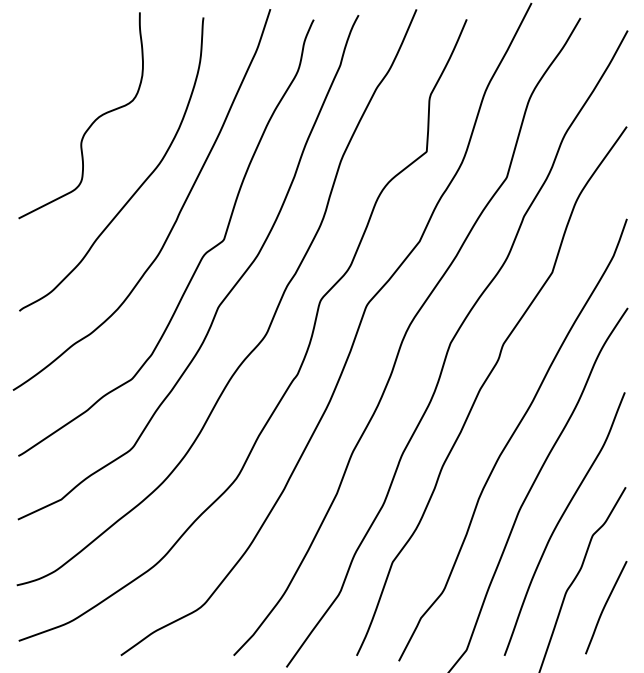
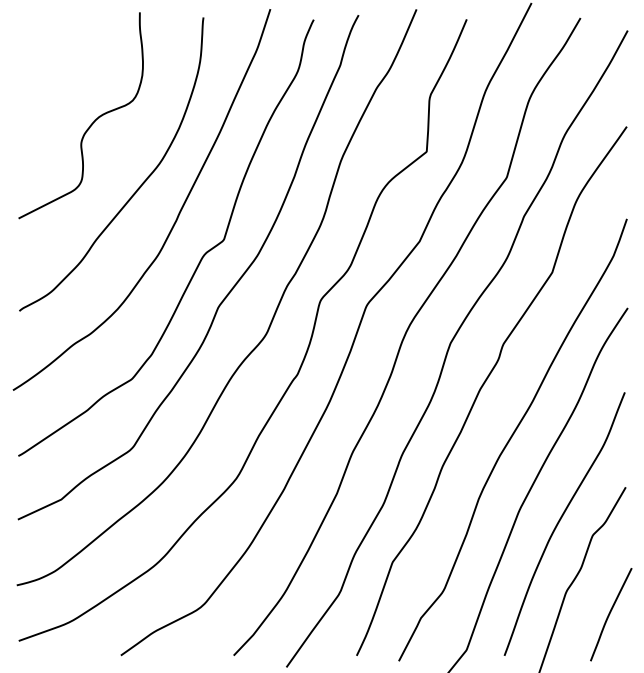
curve at (605, 607) position: (605, 607) -> (610, 614)
